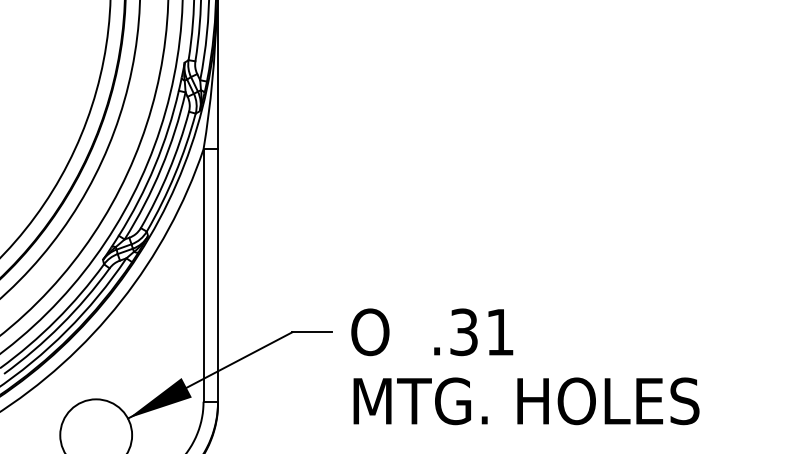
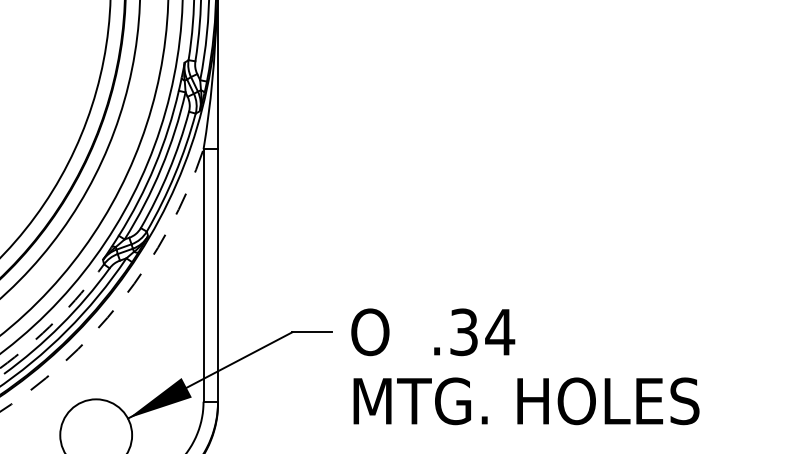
arc at (123, 297): solid -> dashed
arc at (56, 320): solid -> dashed
text at (500, 332): .31 -> .34
